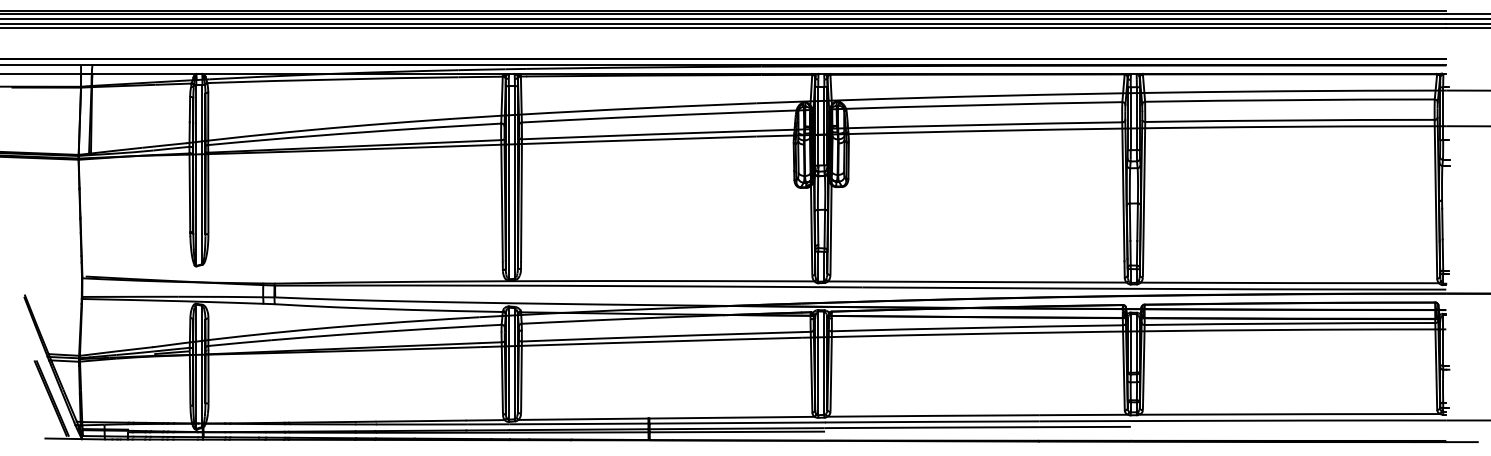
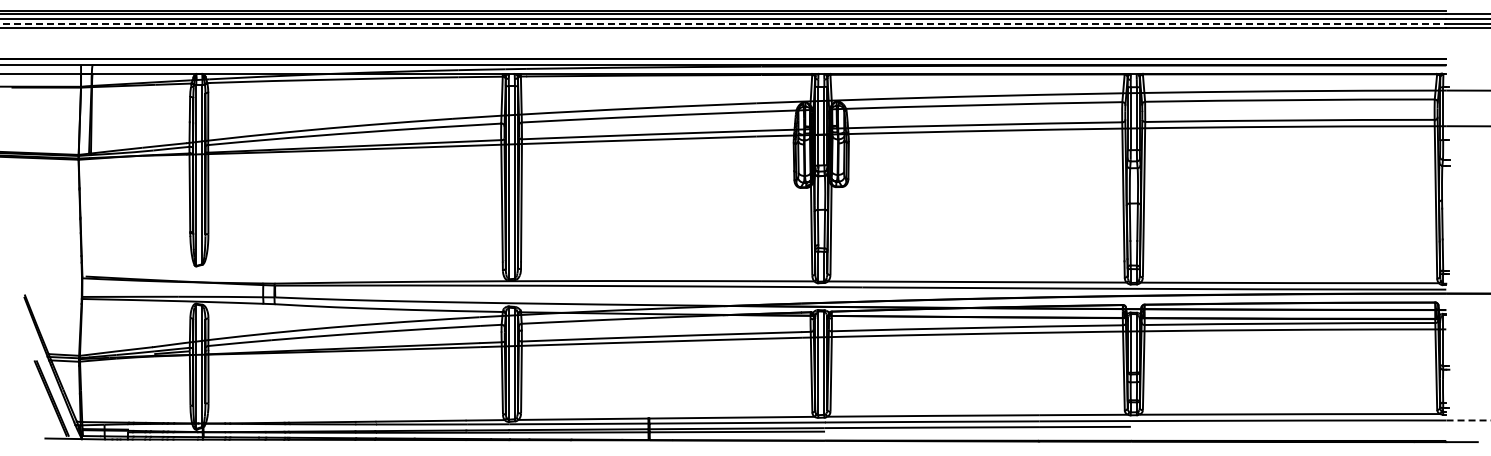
line at (723, 23): solid -> dashed
line at (1468, 420): solid -> dashed
